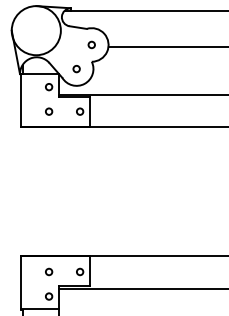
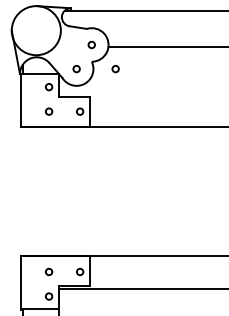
circle at (115, 69): none -> present
line at (142, 94): present -> none
